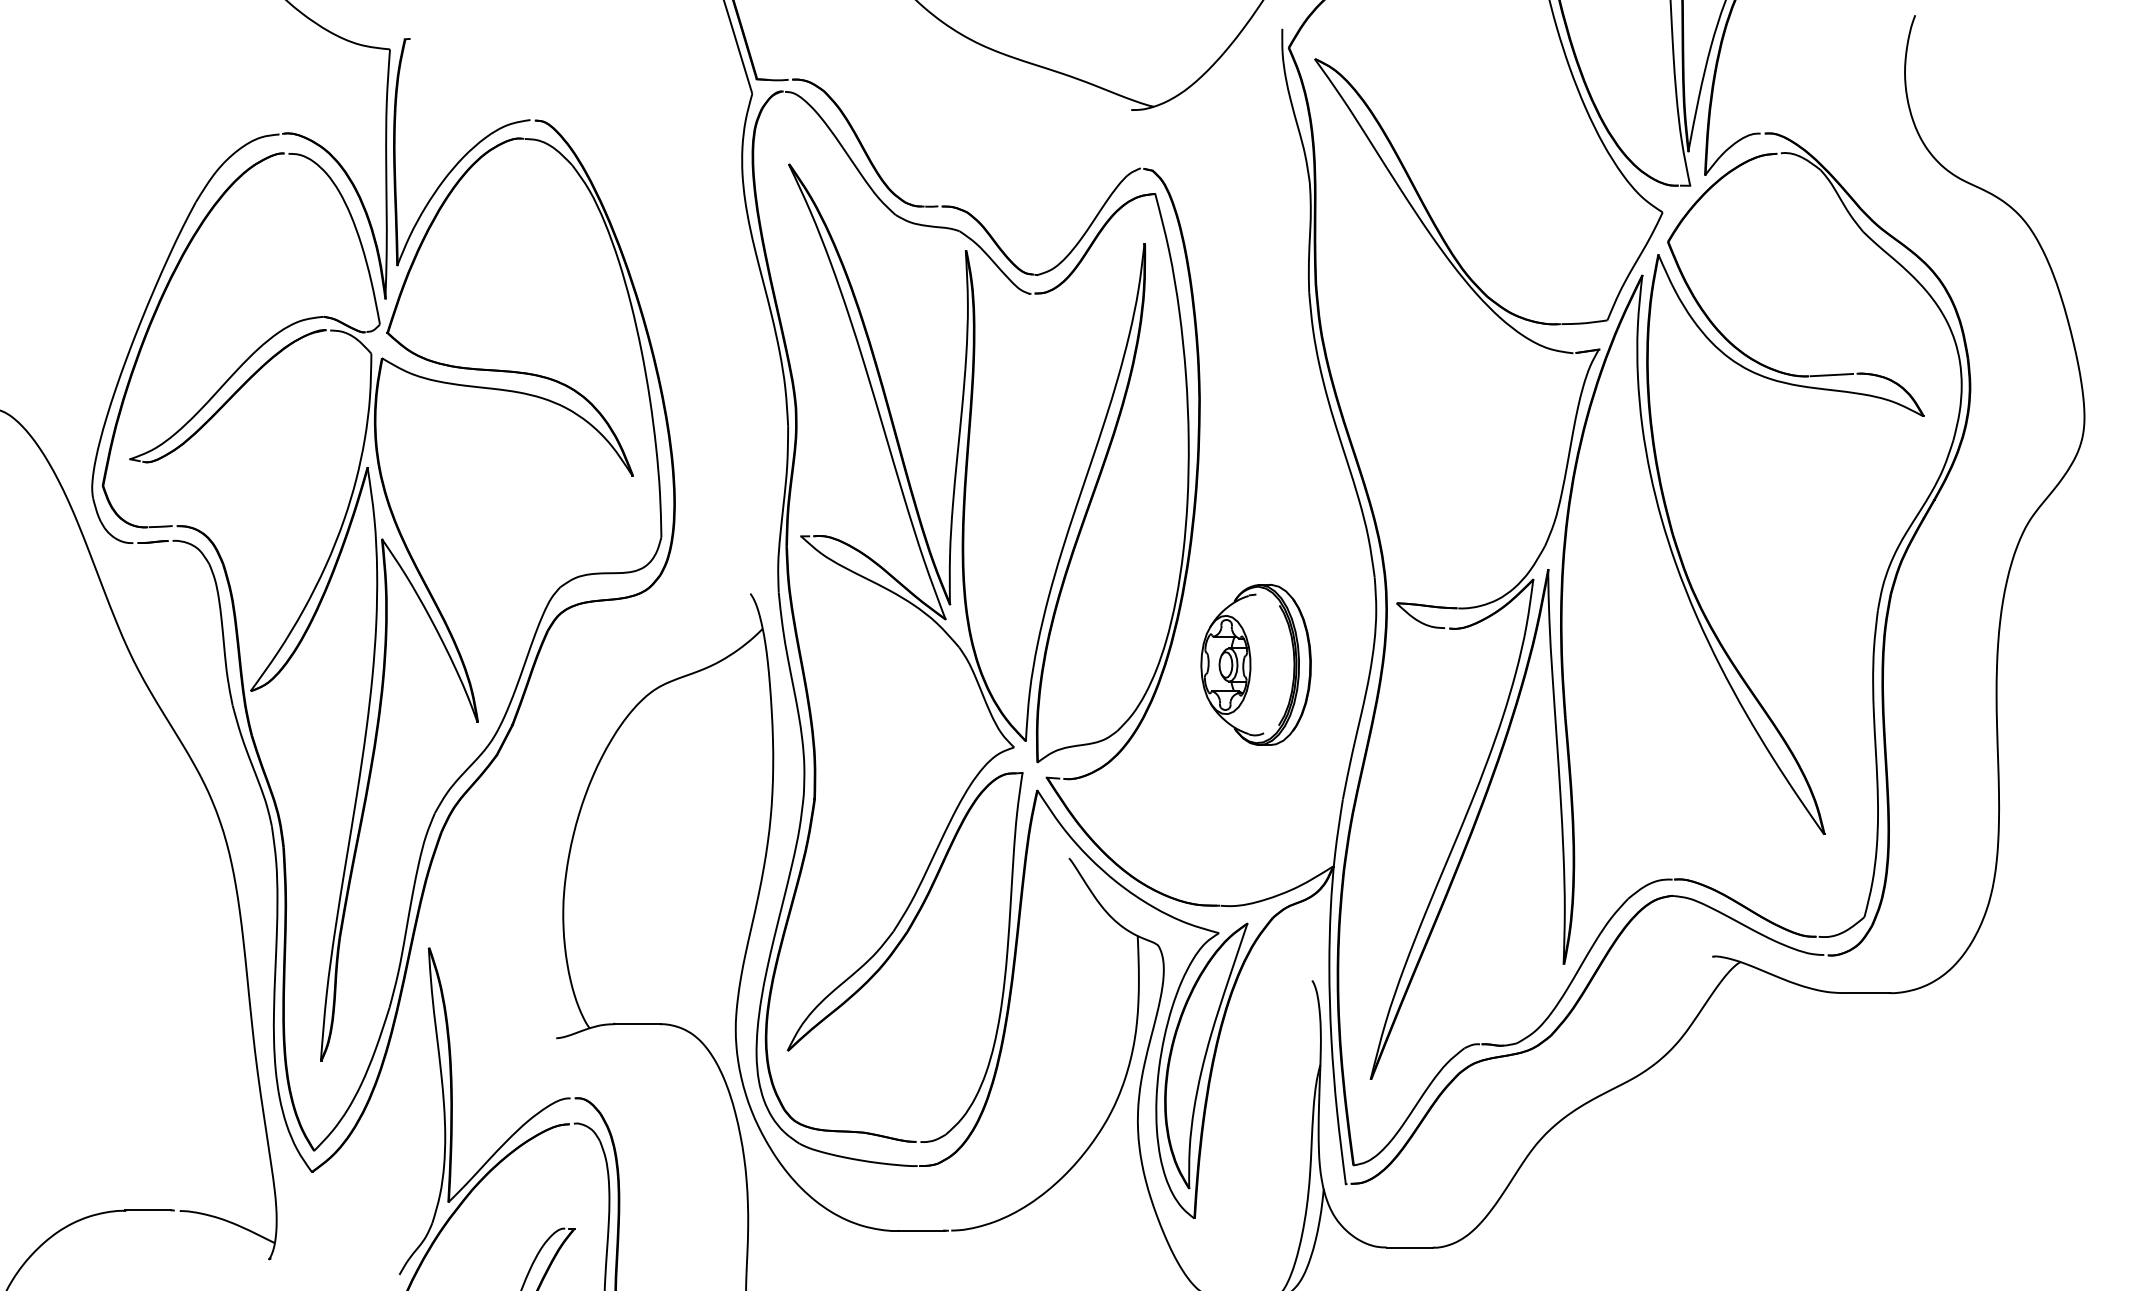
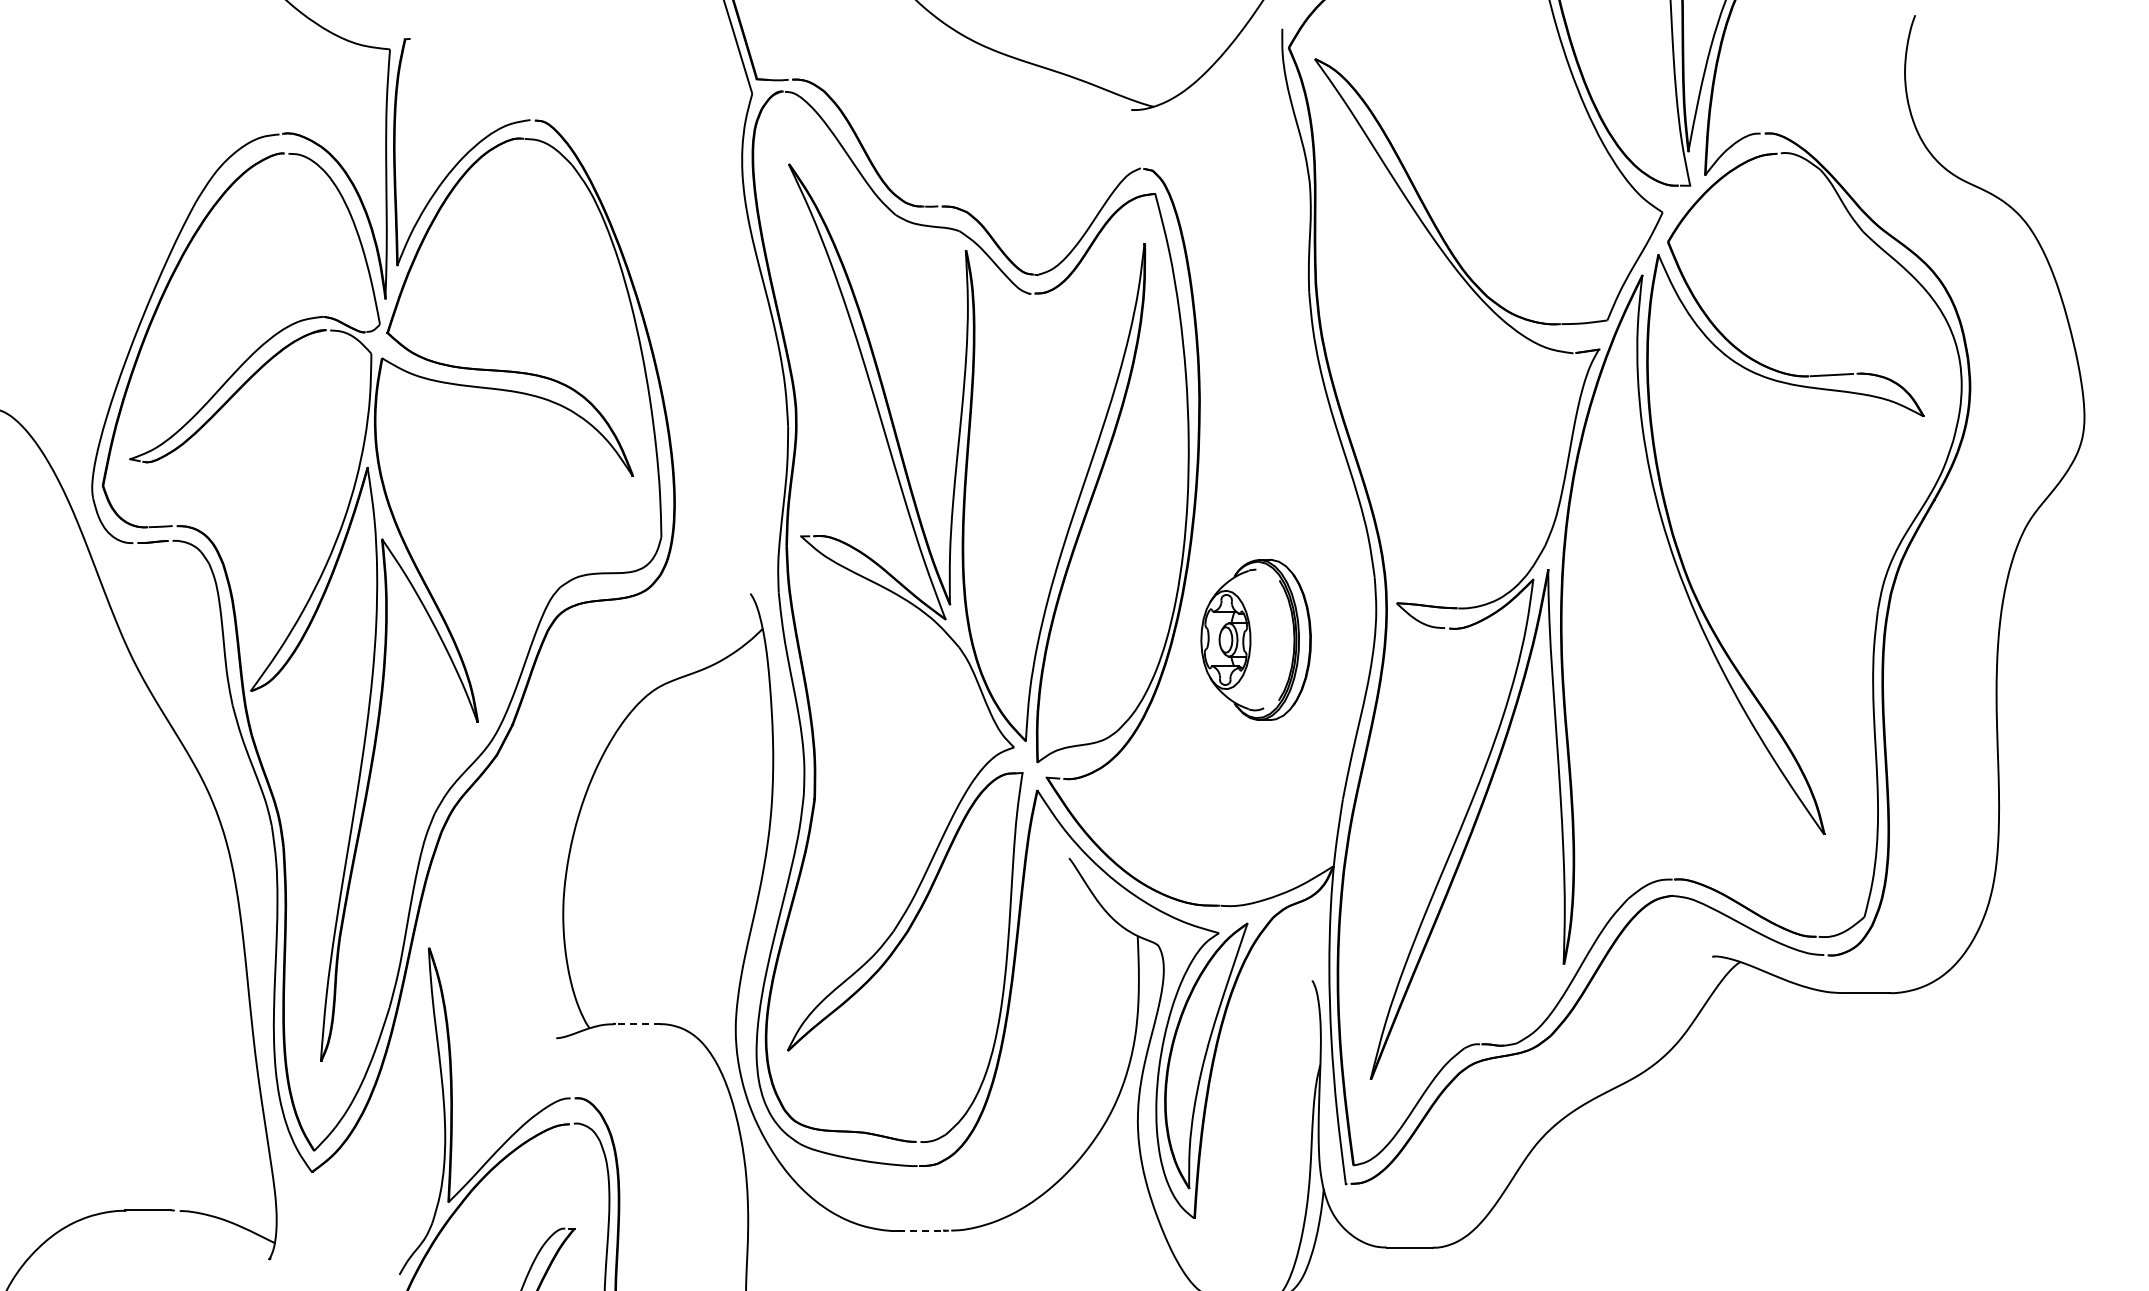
part at (1255, 664) position: (1255, 664) -> (1255, 639)
line at (638, 1023): solid -> dashed
line at (921, 1230): solid -> dashed
